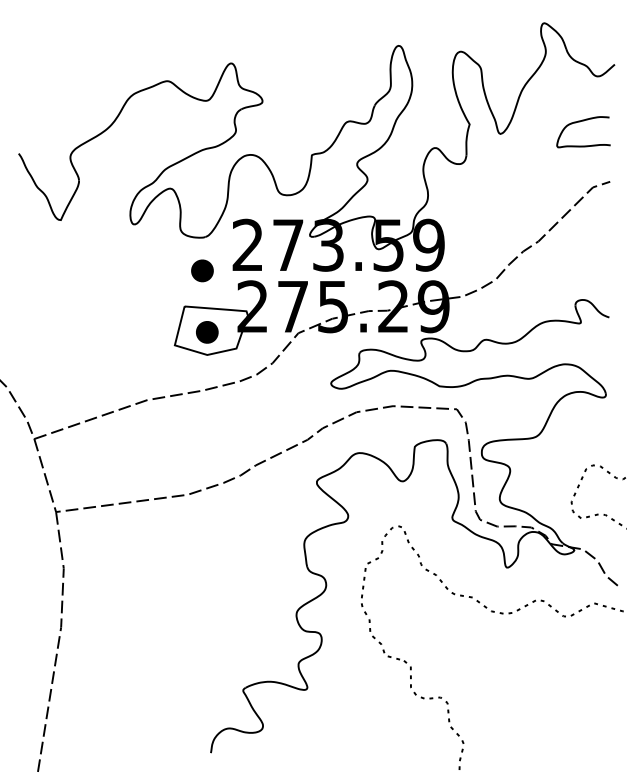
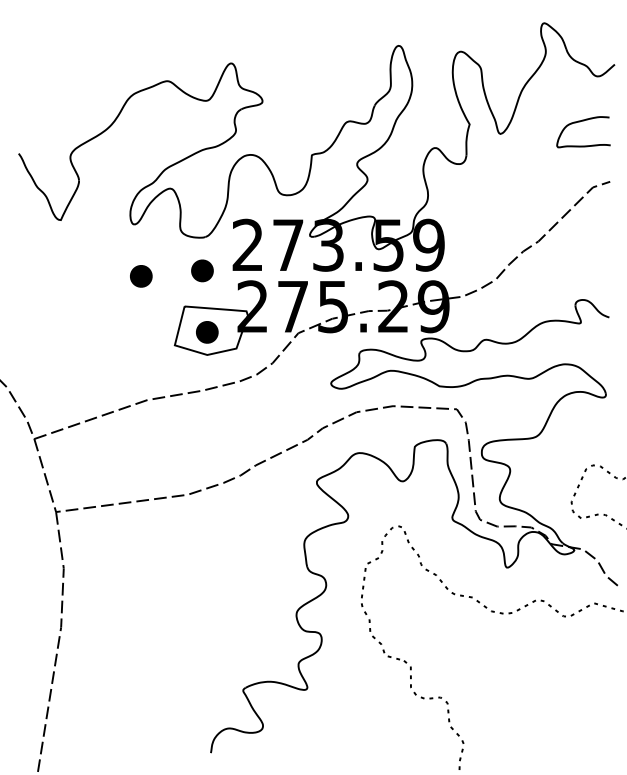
part at (141, 276): none -> present
